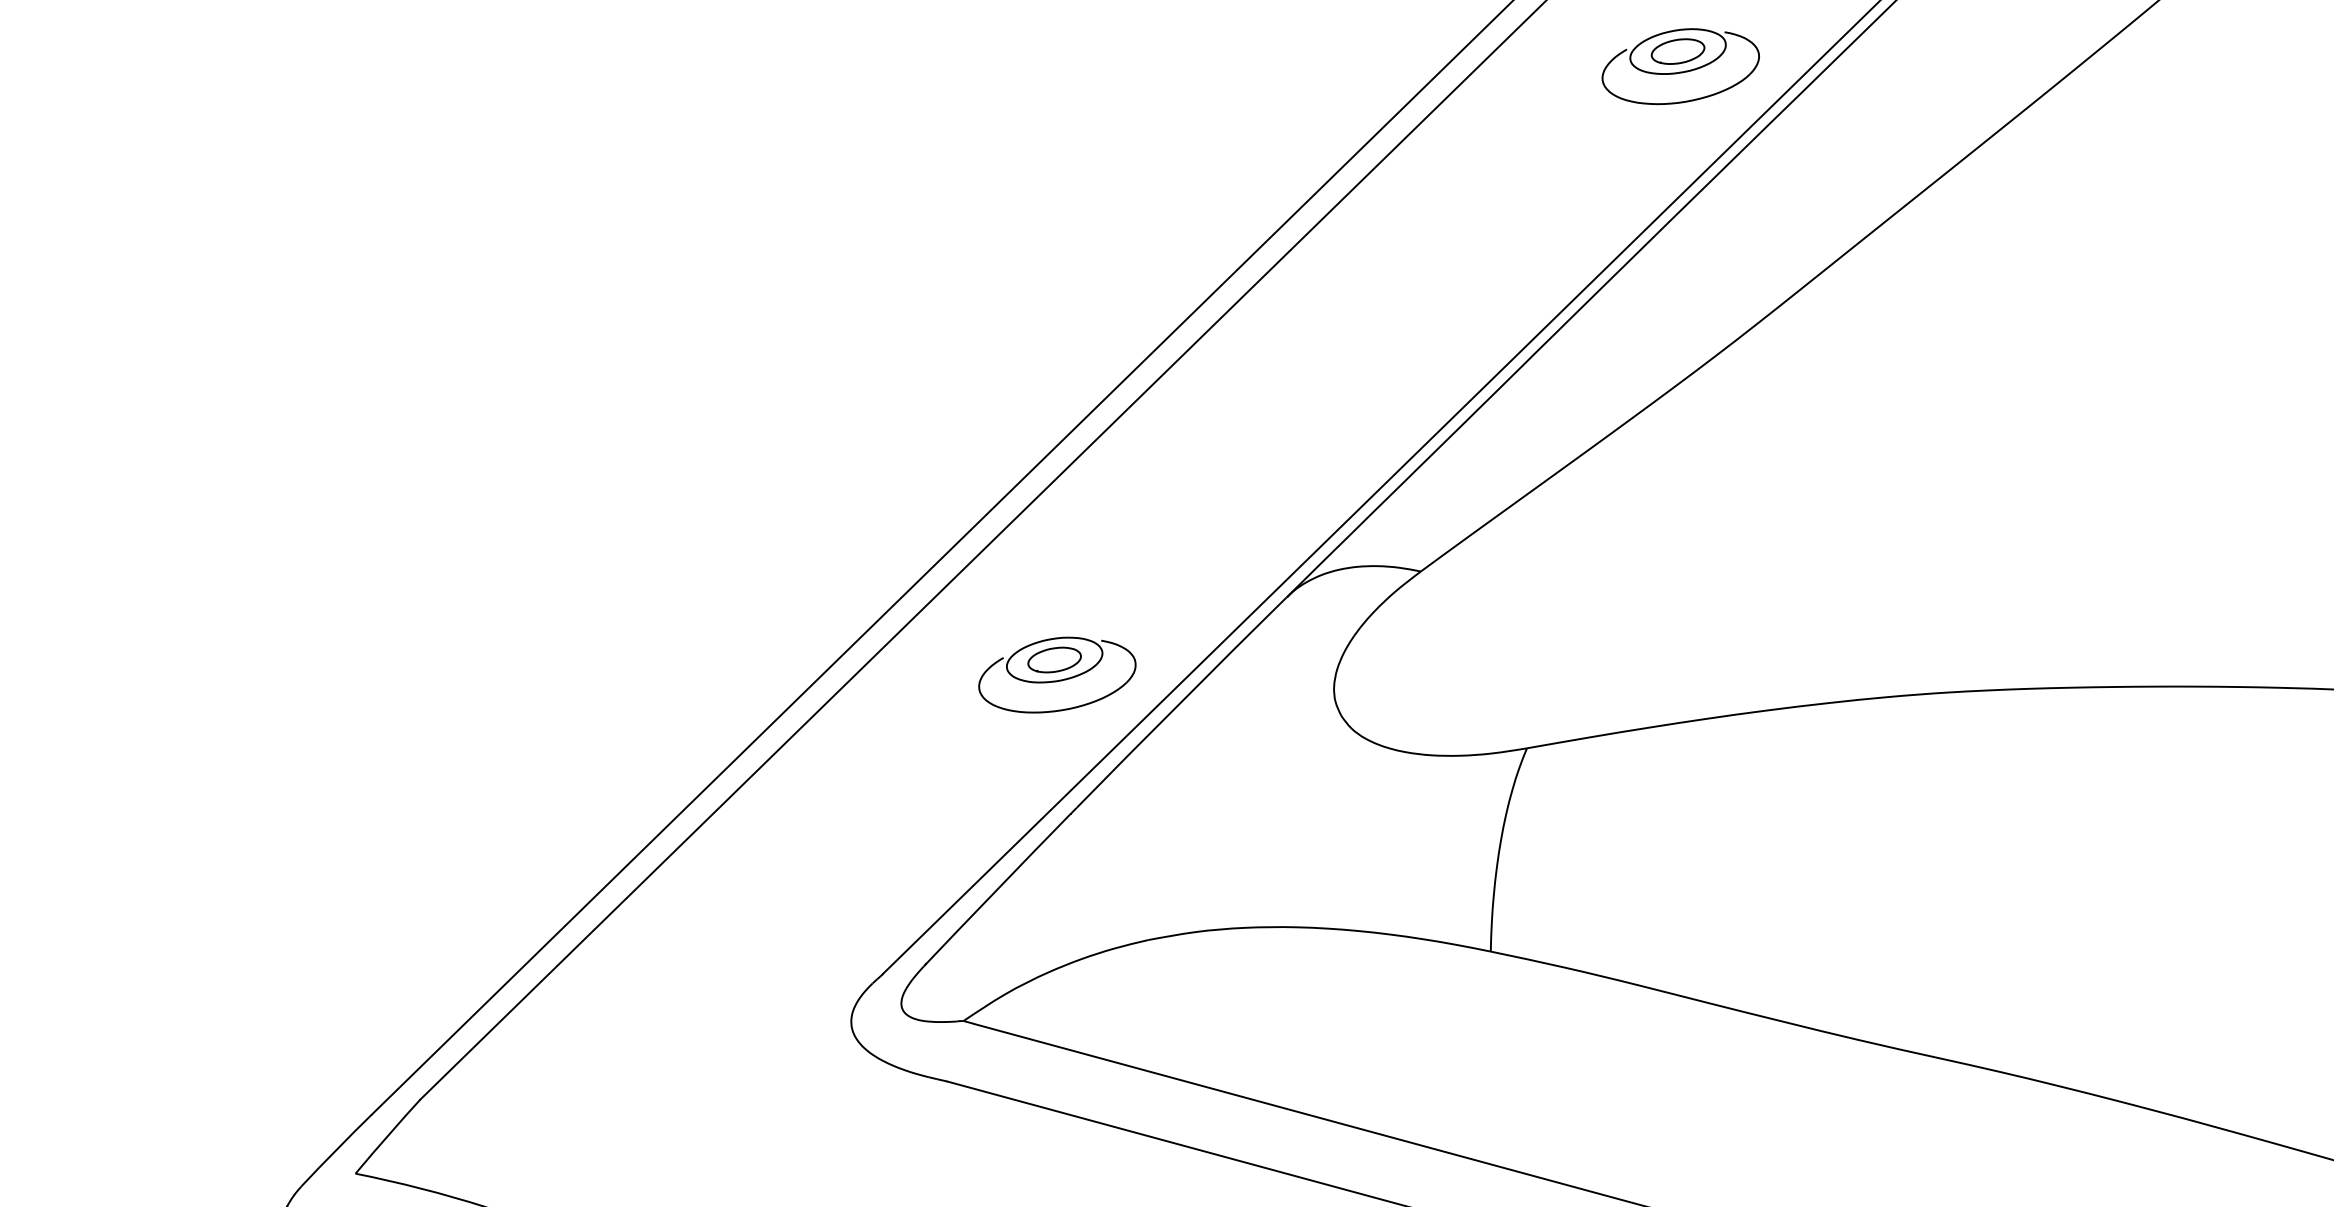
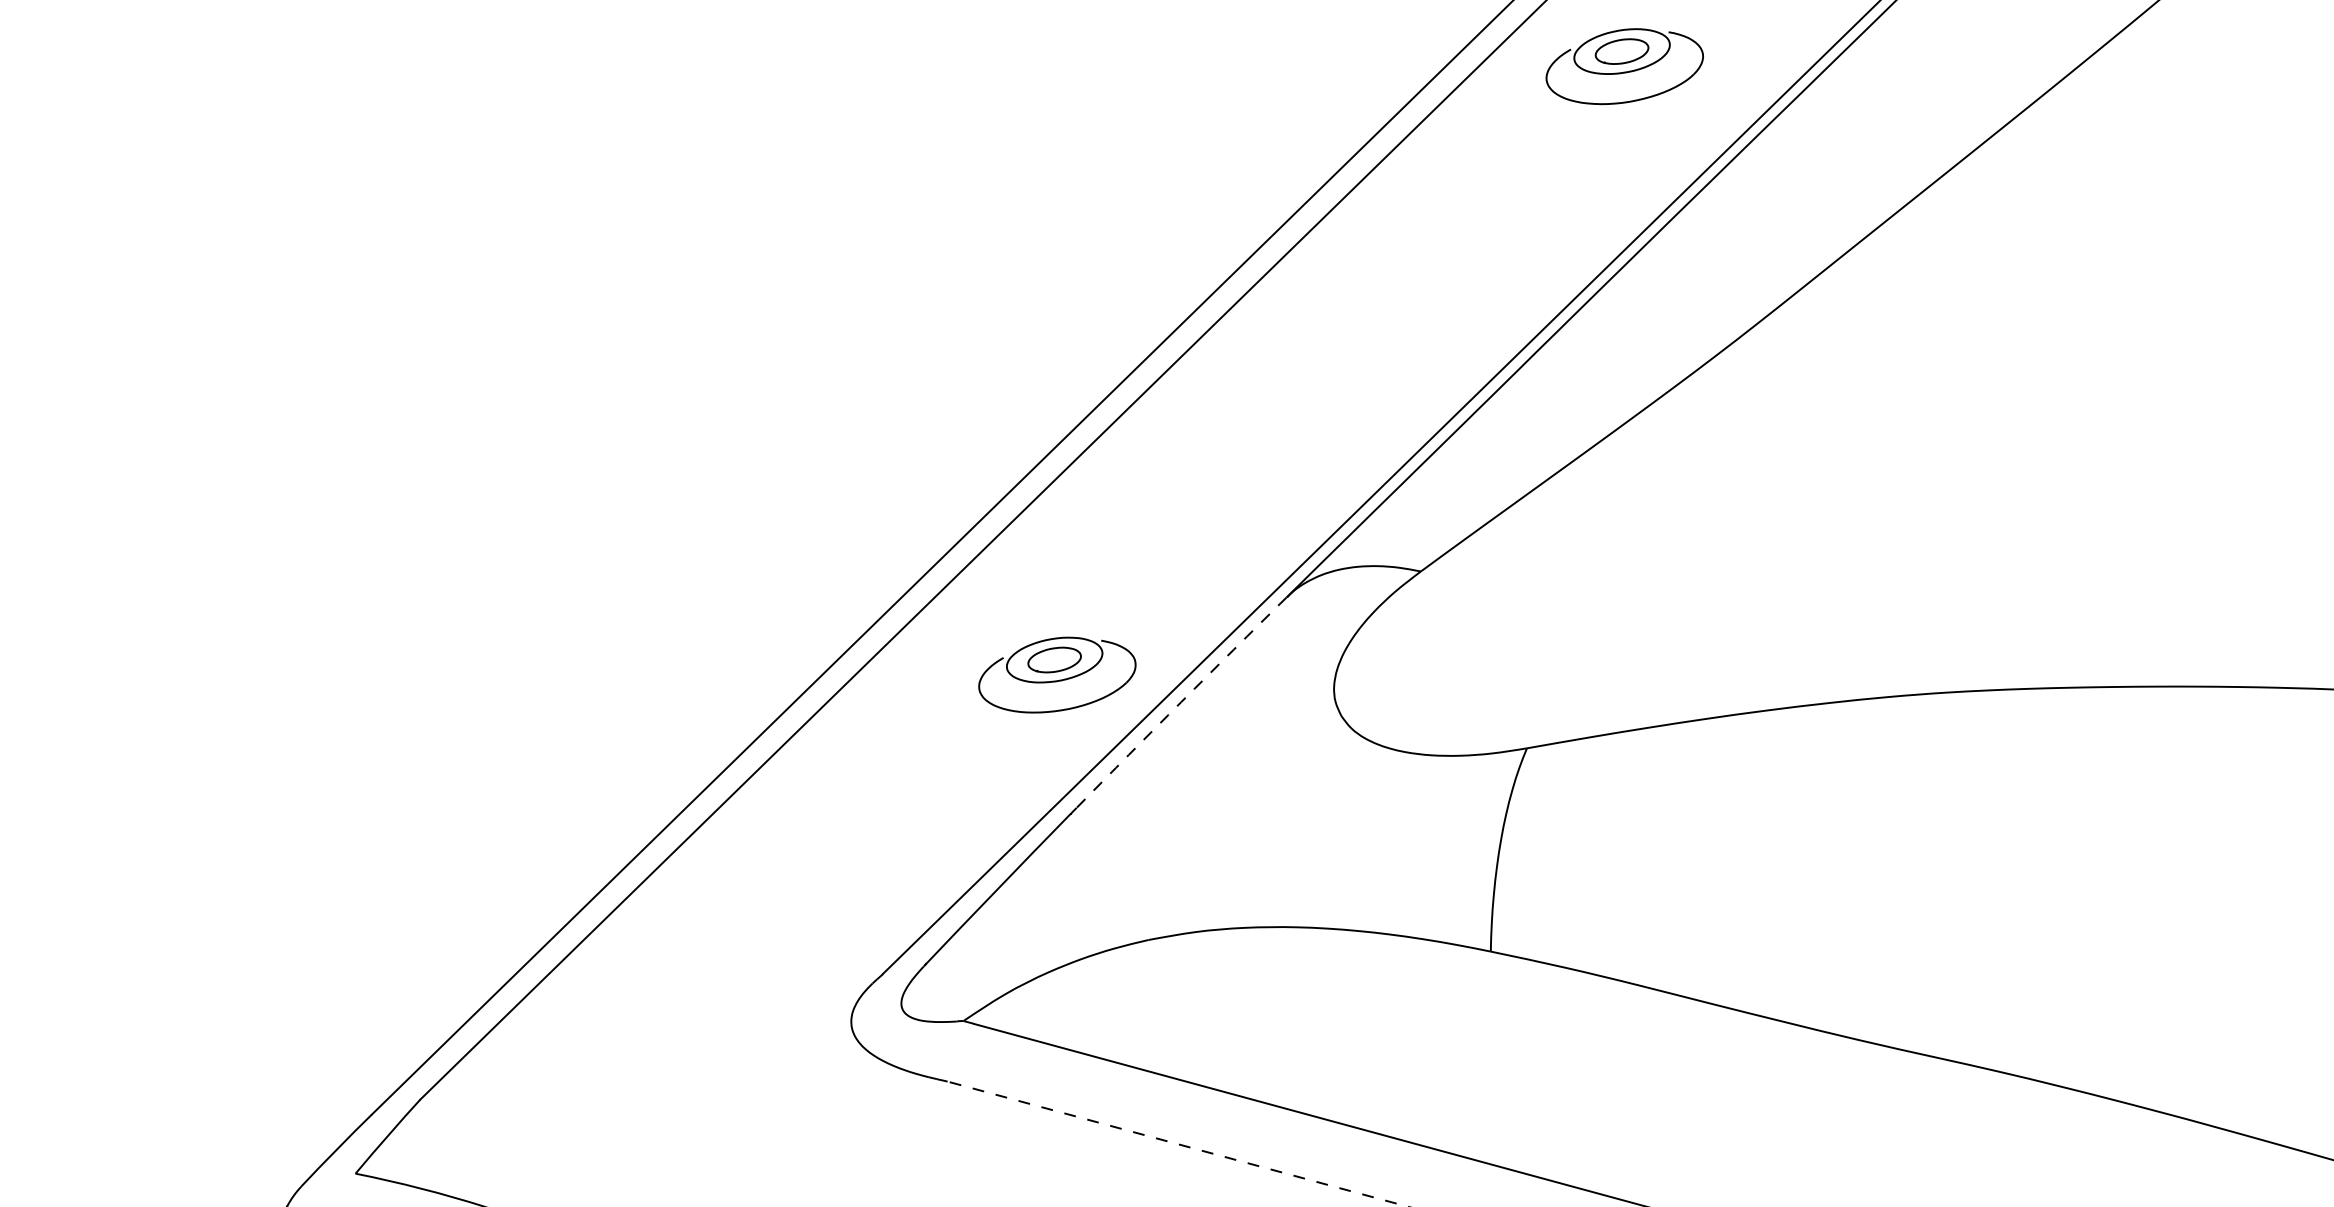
part at (1680, 66) position: (1680, 66) -> (1624, 66)
arc at (1181, 702): solid -> dashed
line at (1178, 1144): solid -> dashed
